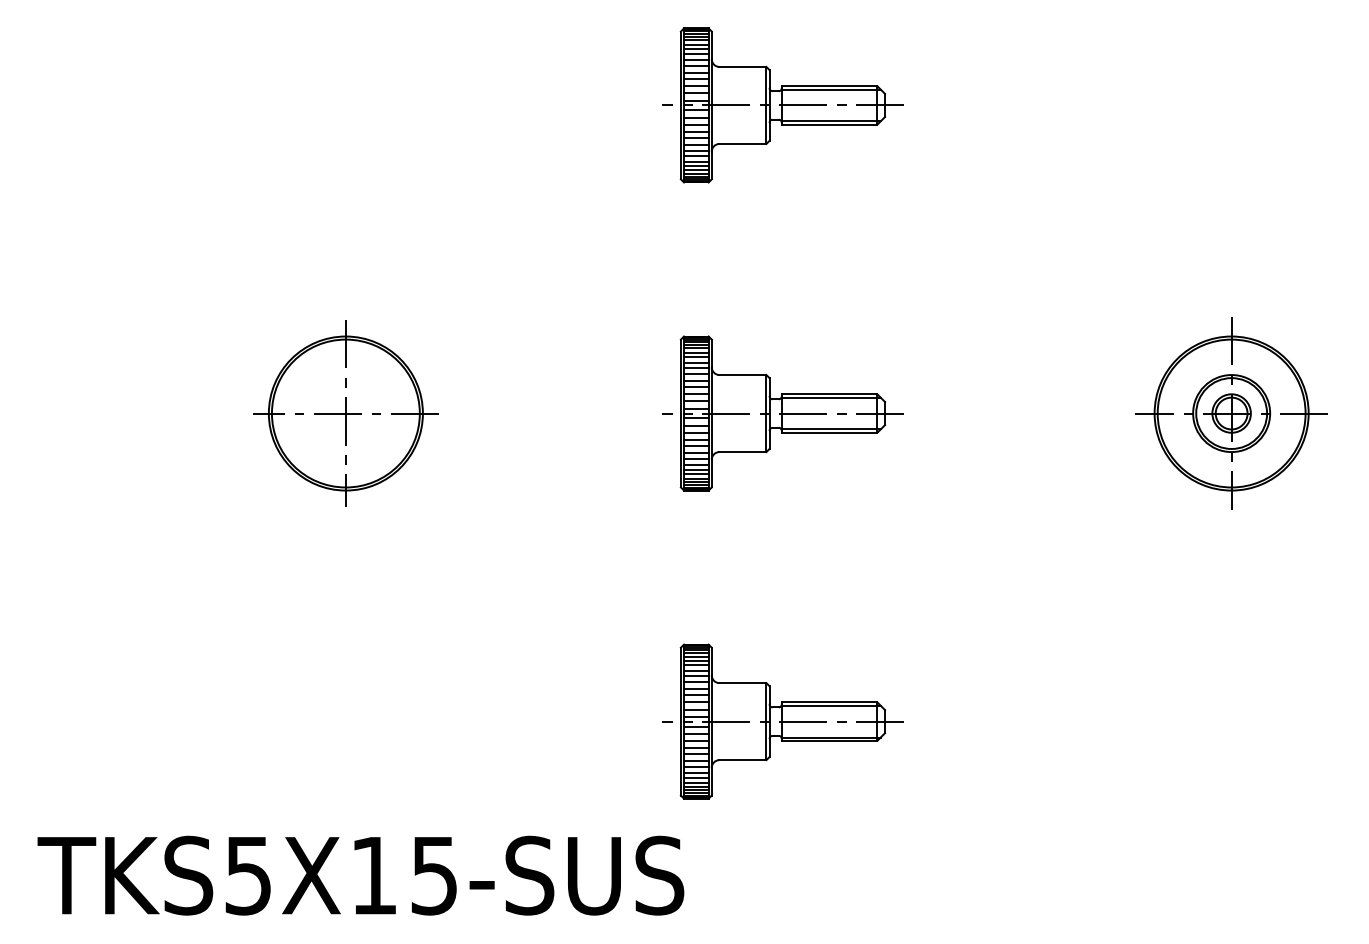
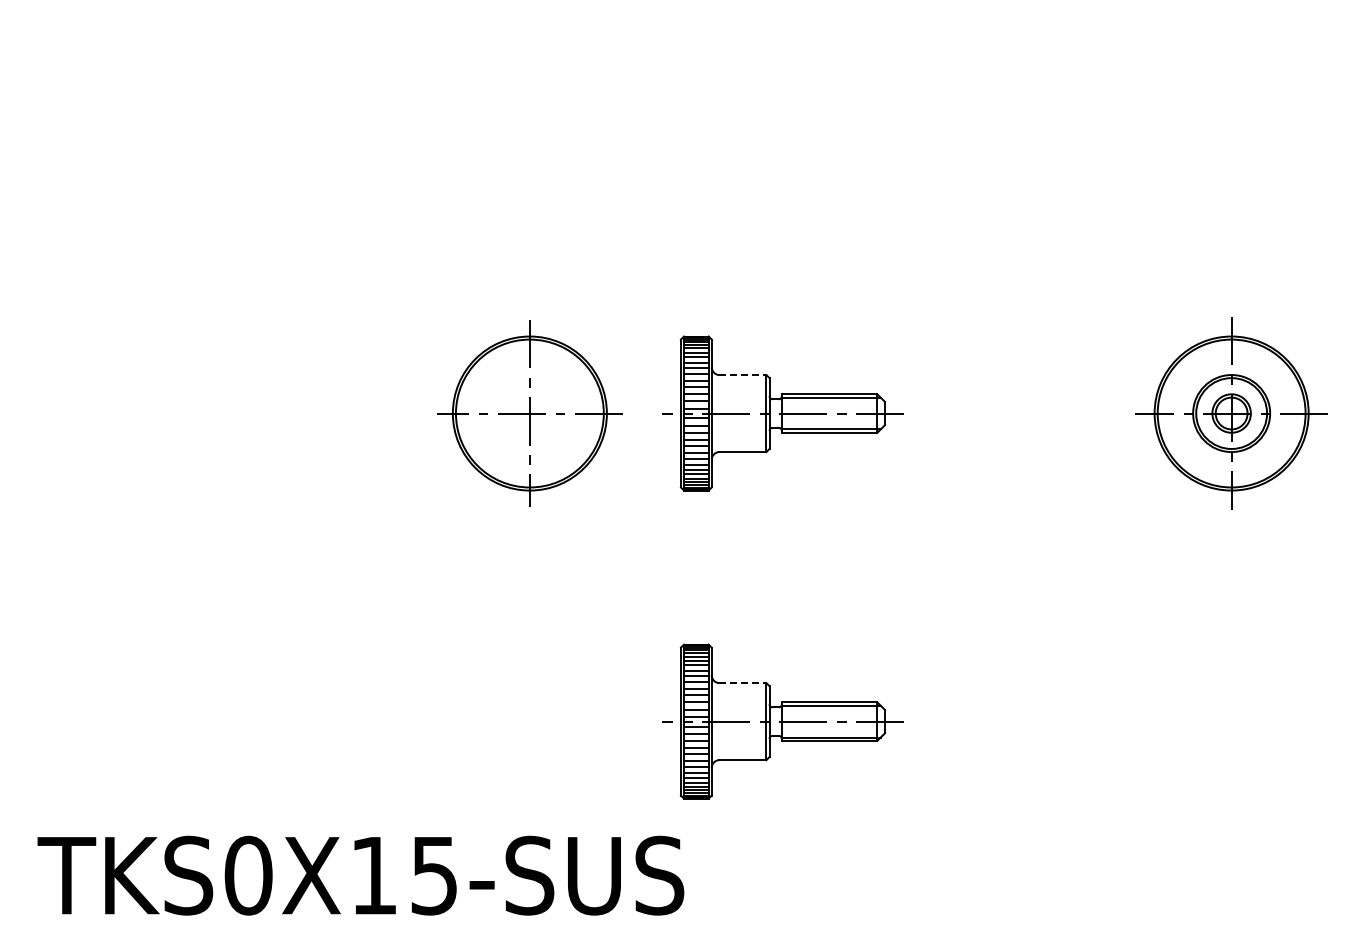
part at (782, 105): present -> none
line at (743, 375): solid -> dashed
part at (345, 413) position: (345, 413) -> (529, 413)
line at (743, 683): solid -> dashed
text at (248, 875): TKS5X15-SUS -> TKS0X15-SUS
